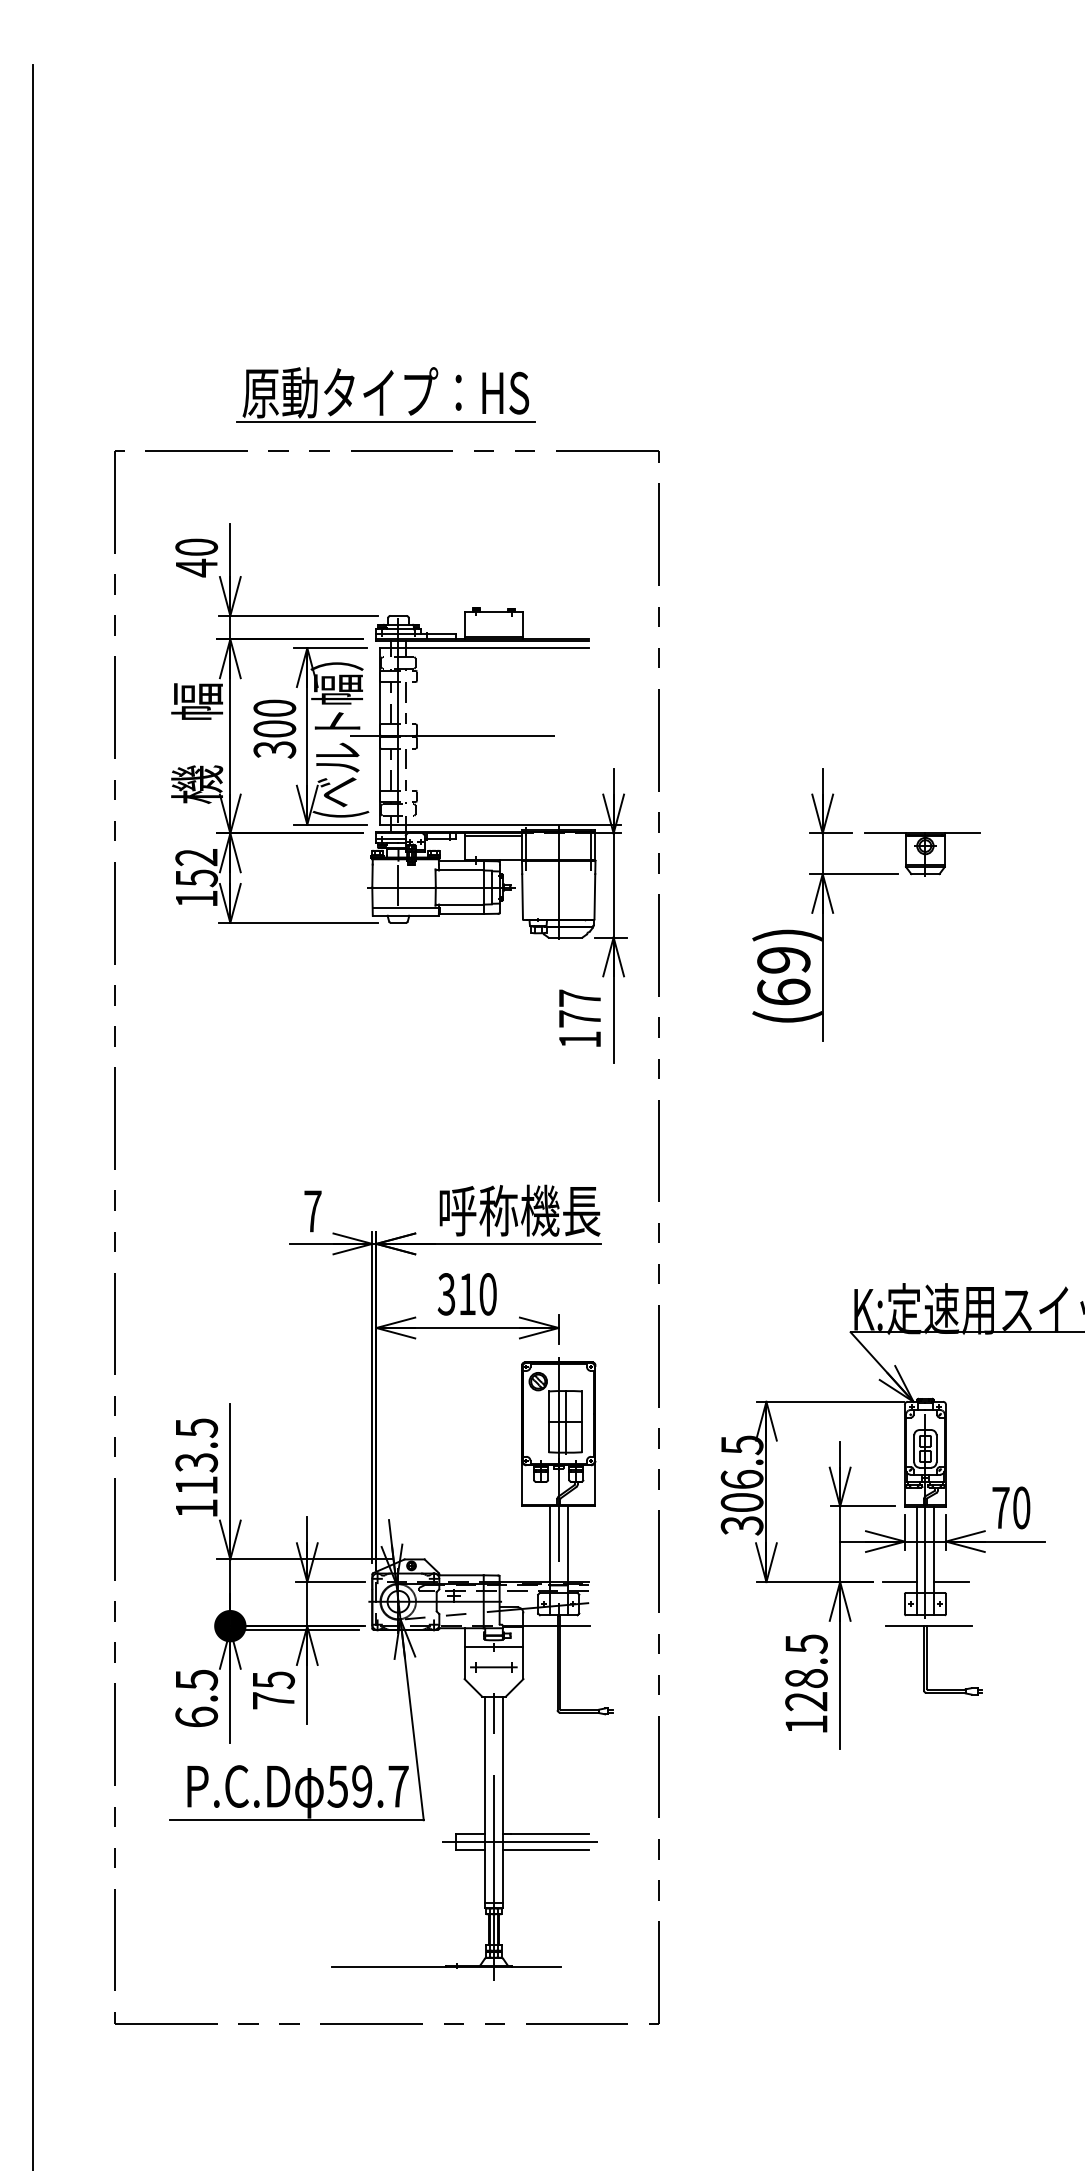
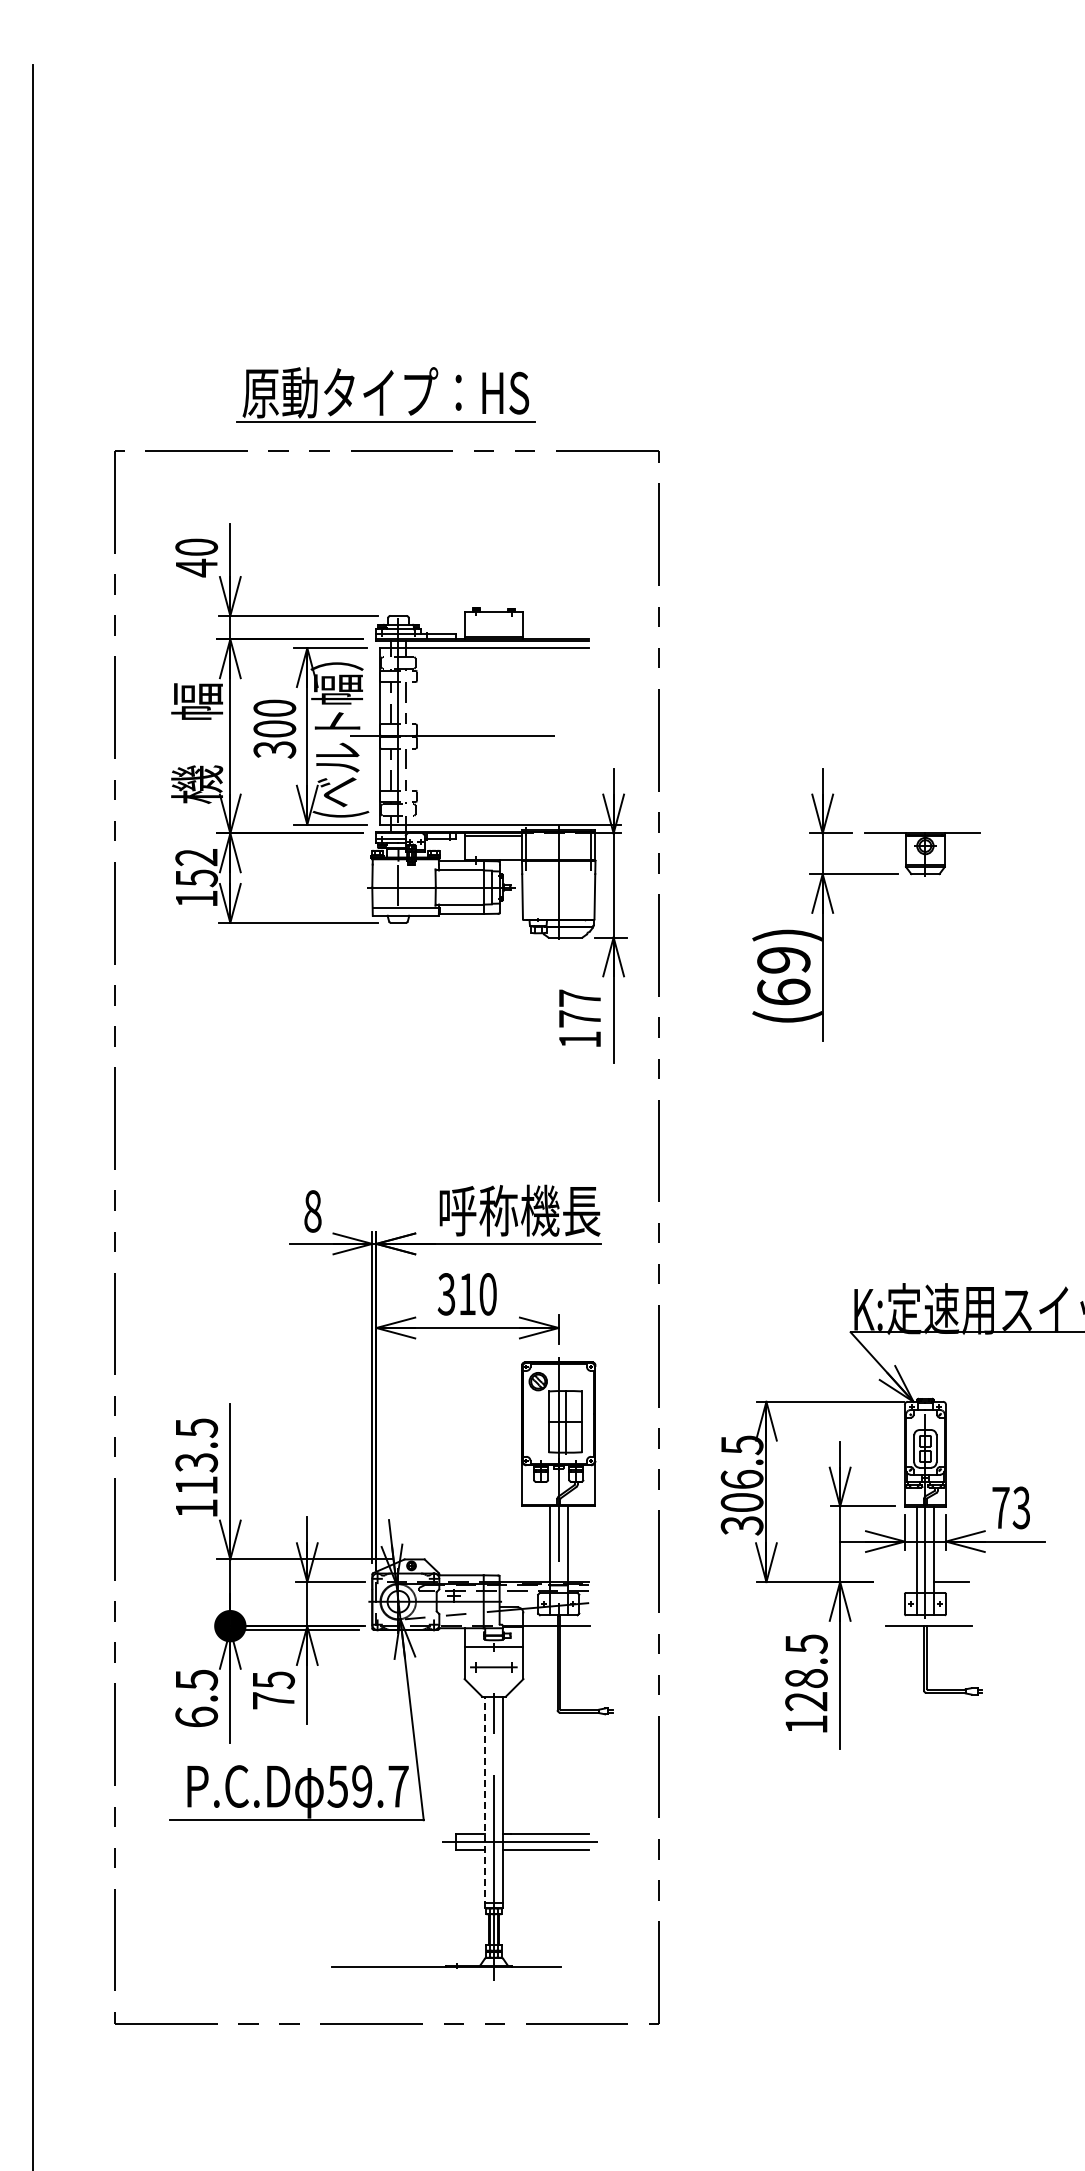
text at (312, 1211): 7 -> 8
text at (1021, 1507): 70 -> 73
line at (899, 1582): present -> none
line at (485, 1802): solid -> dashed
